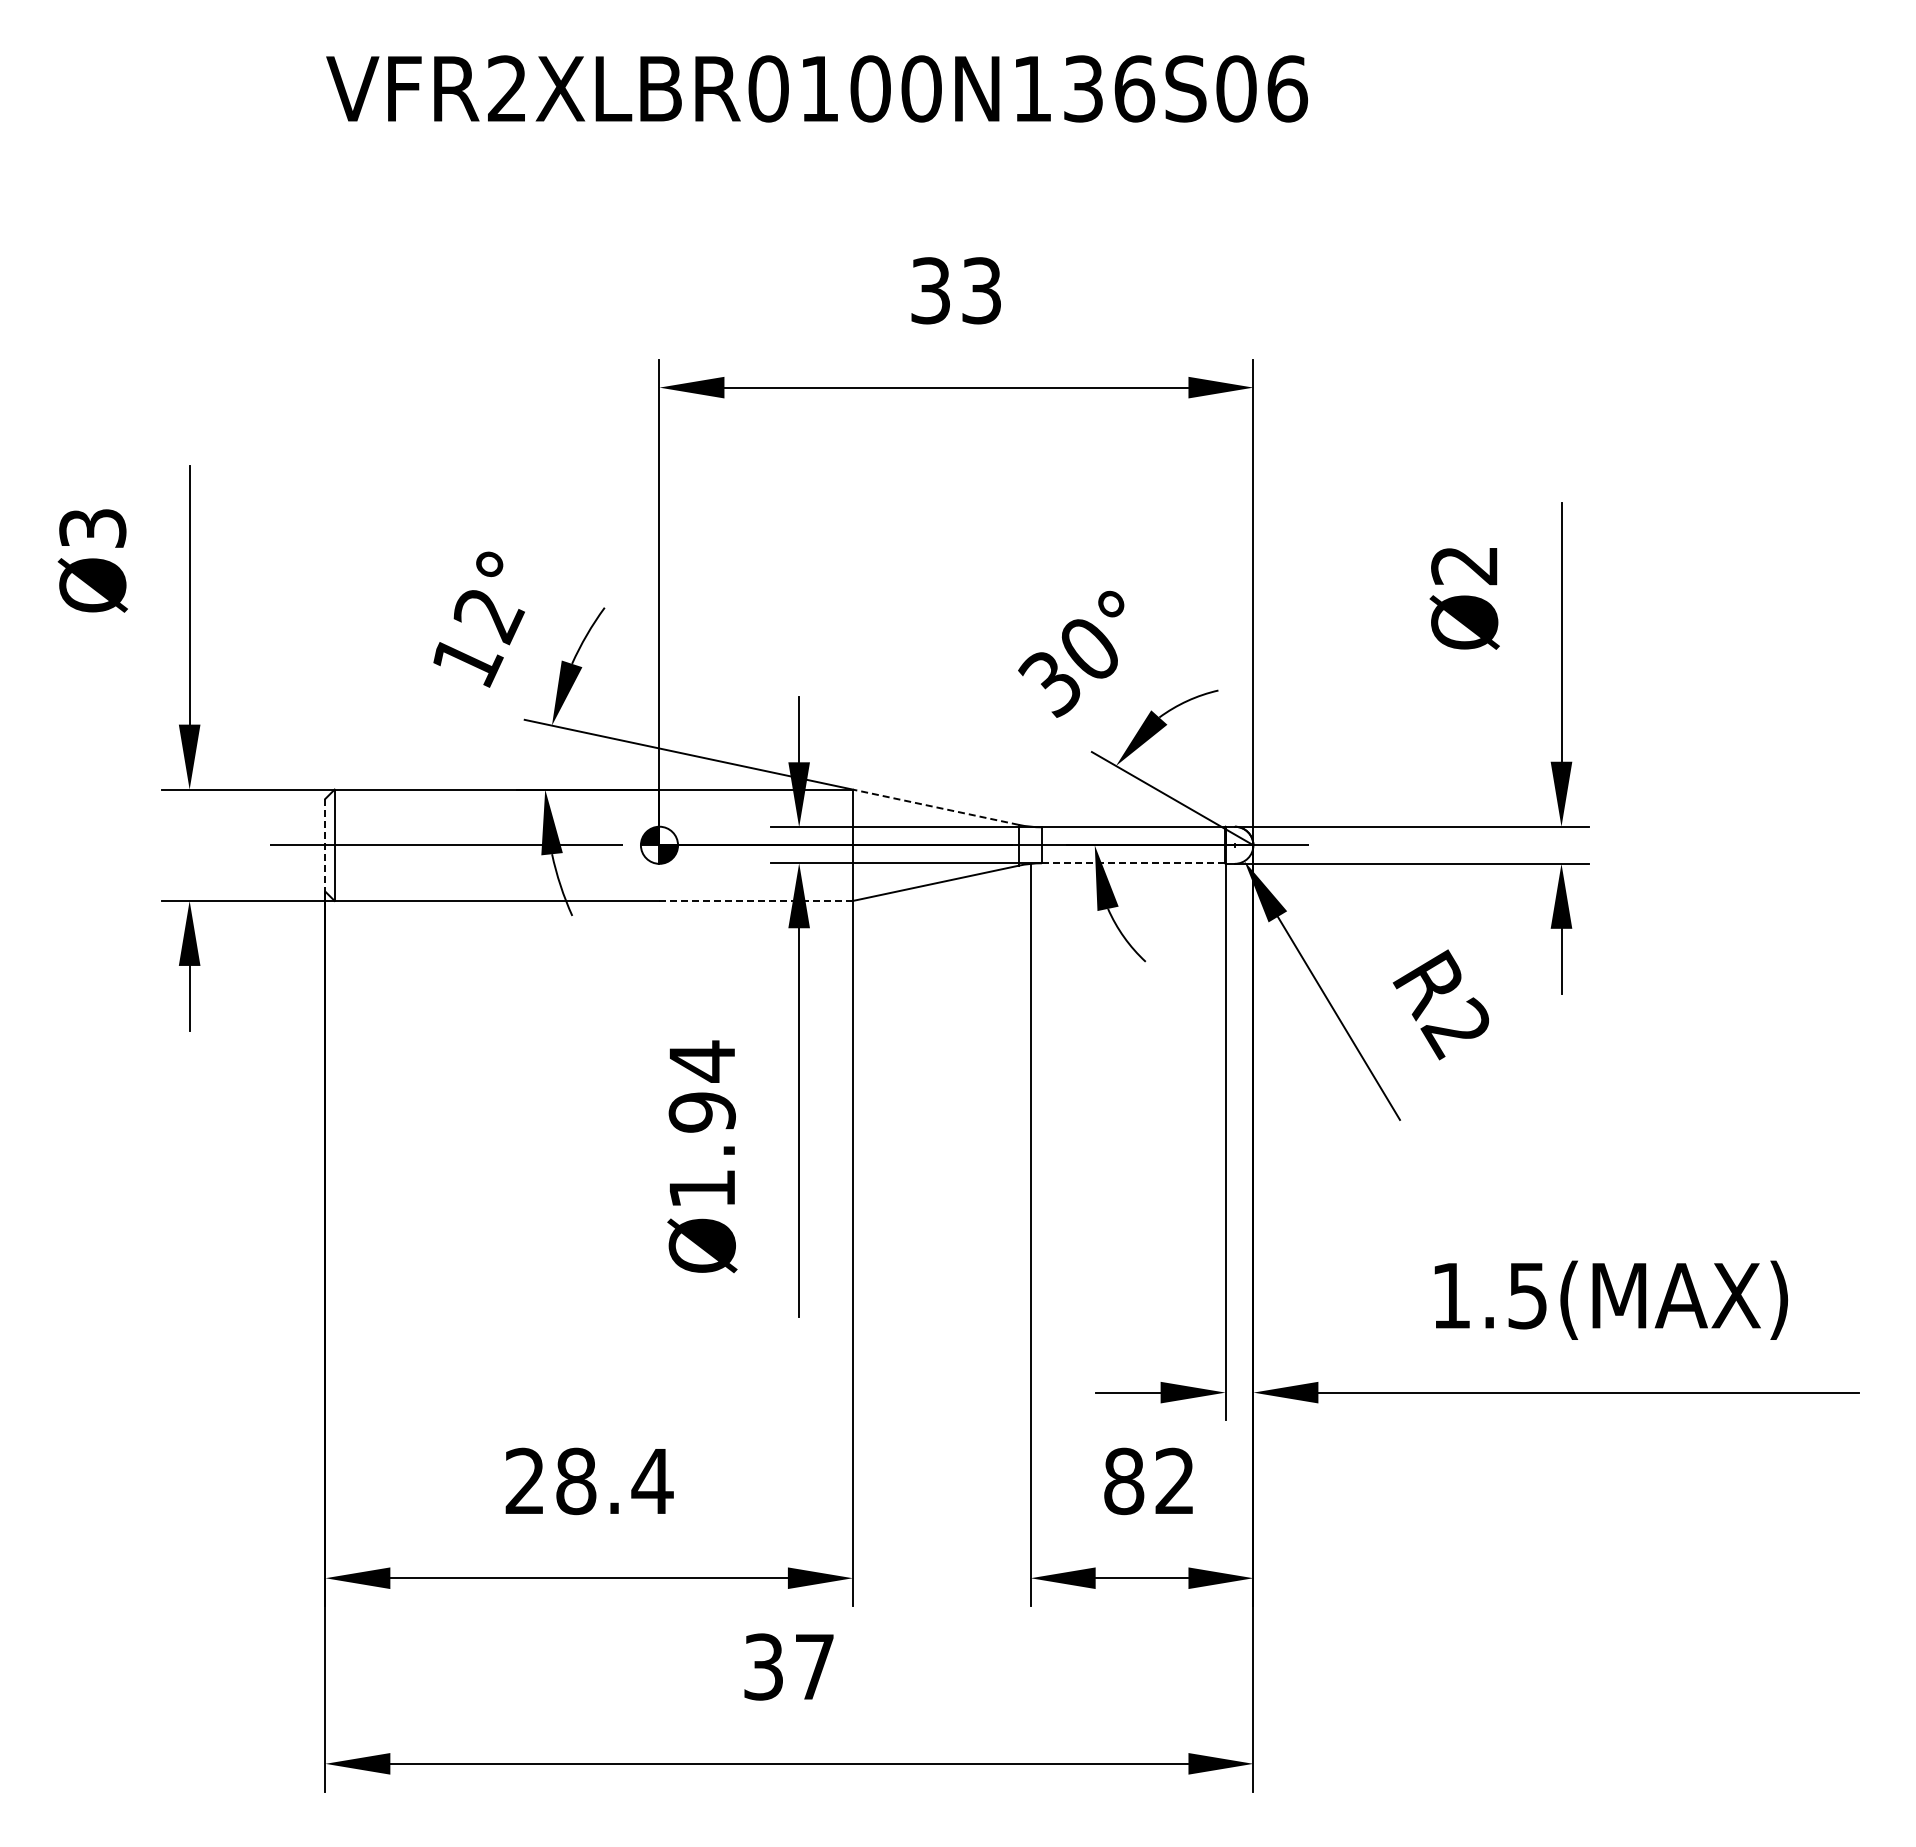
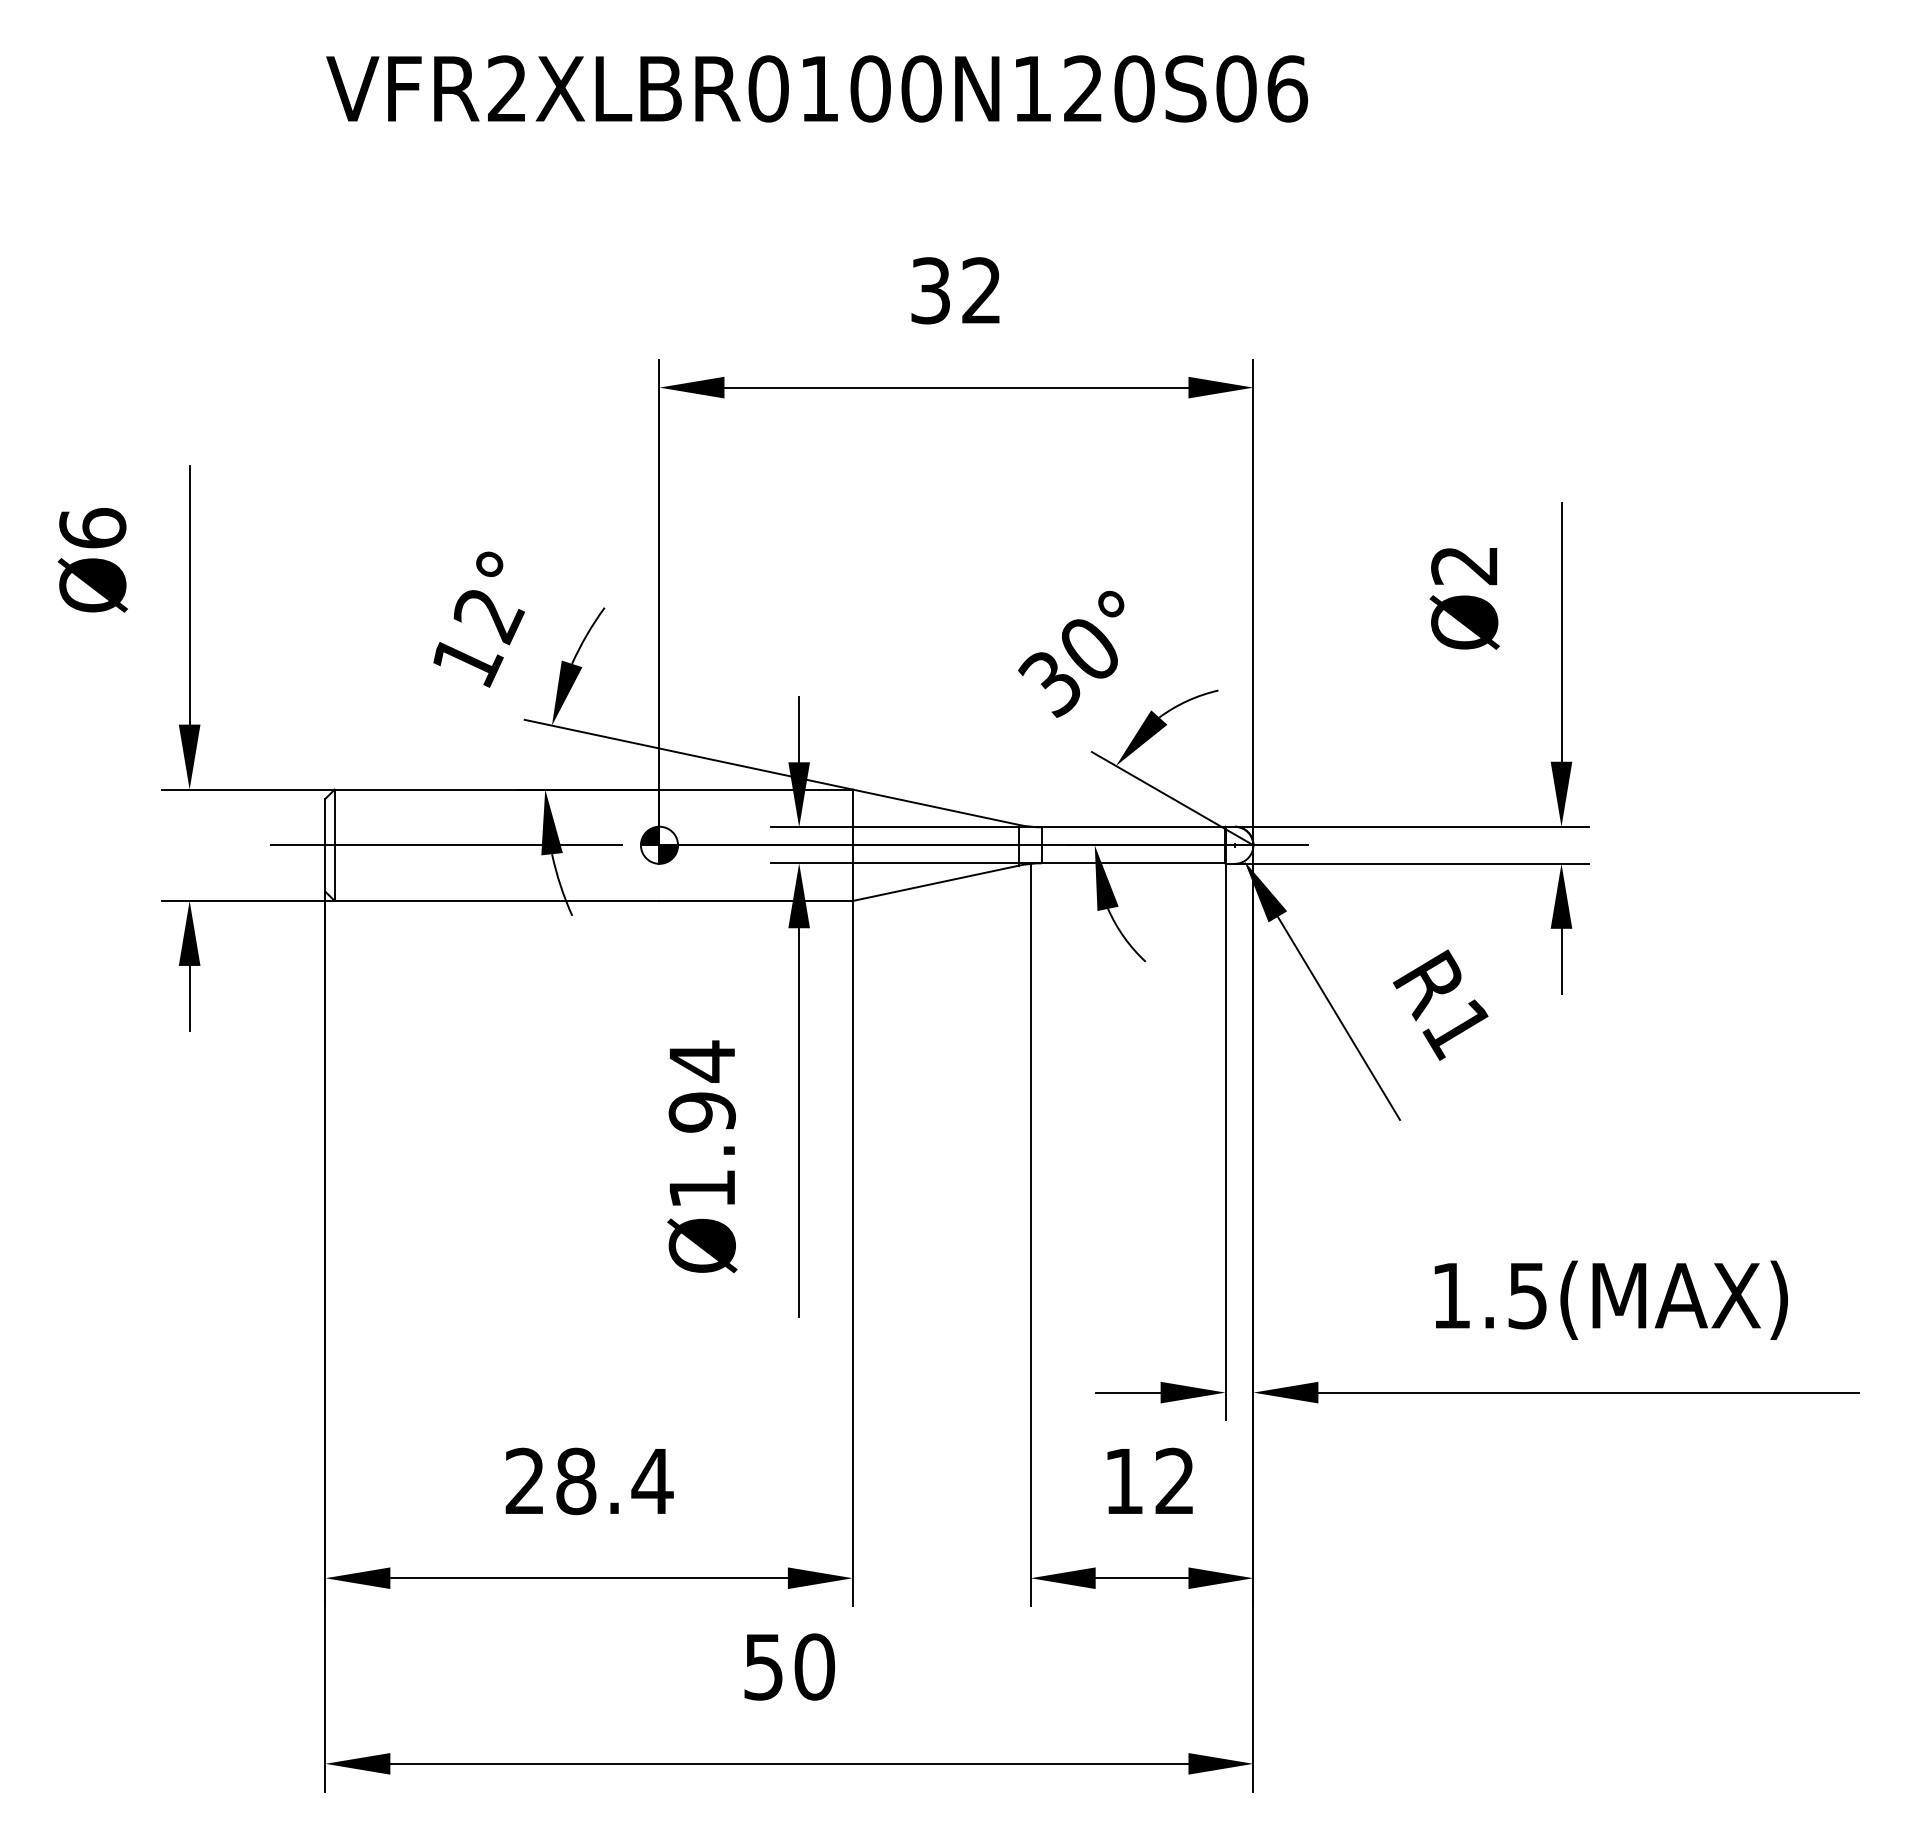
text at (1109, 88): VFR2XLBR0100N136S06 -> VFR2XLBR0100N120S06
text at (981, 290): 33 -> 32
text at (92, 528): Ø3 -> Ø6
line at (935, 807): dashed -> solid
line at (325, 845): dashed -> solid
line at (1133, 863): dashed -> solid
line at (756, 900): dashed -> solid
text at (1454, 1028): R2 -> R1
text at (1124, 1481): 82 -> 12
text at (790, 1666): 37 -> 50
